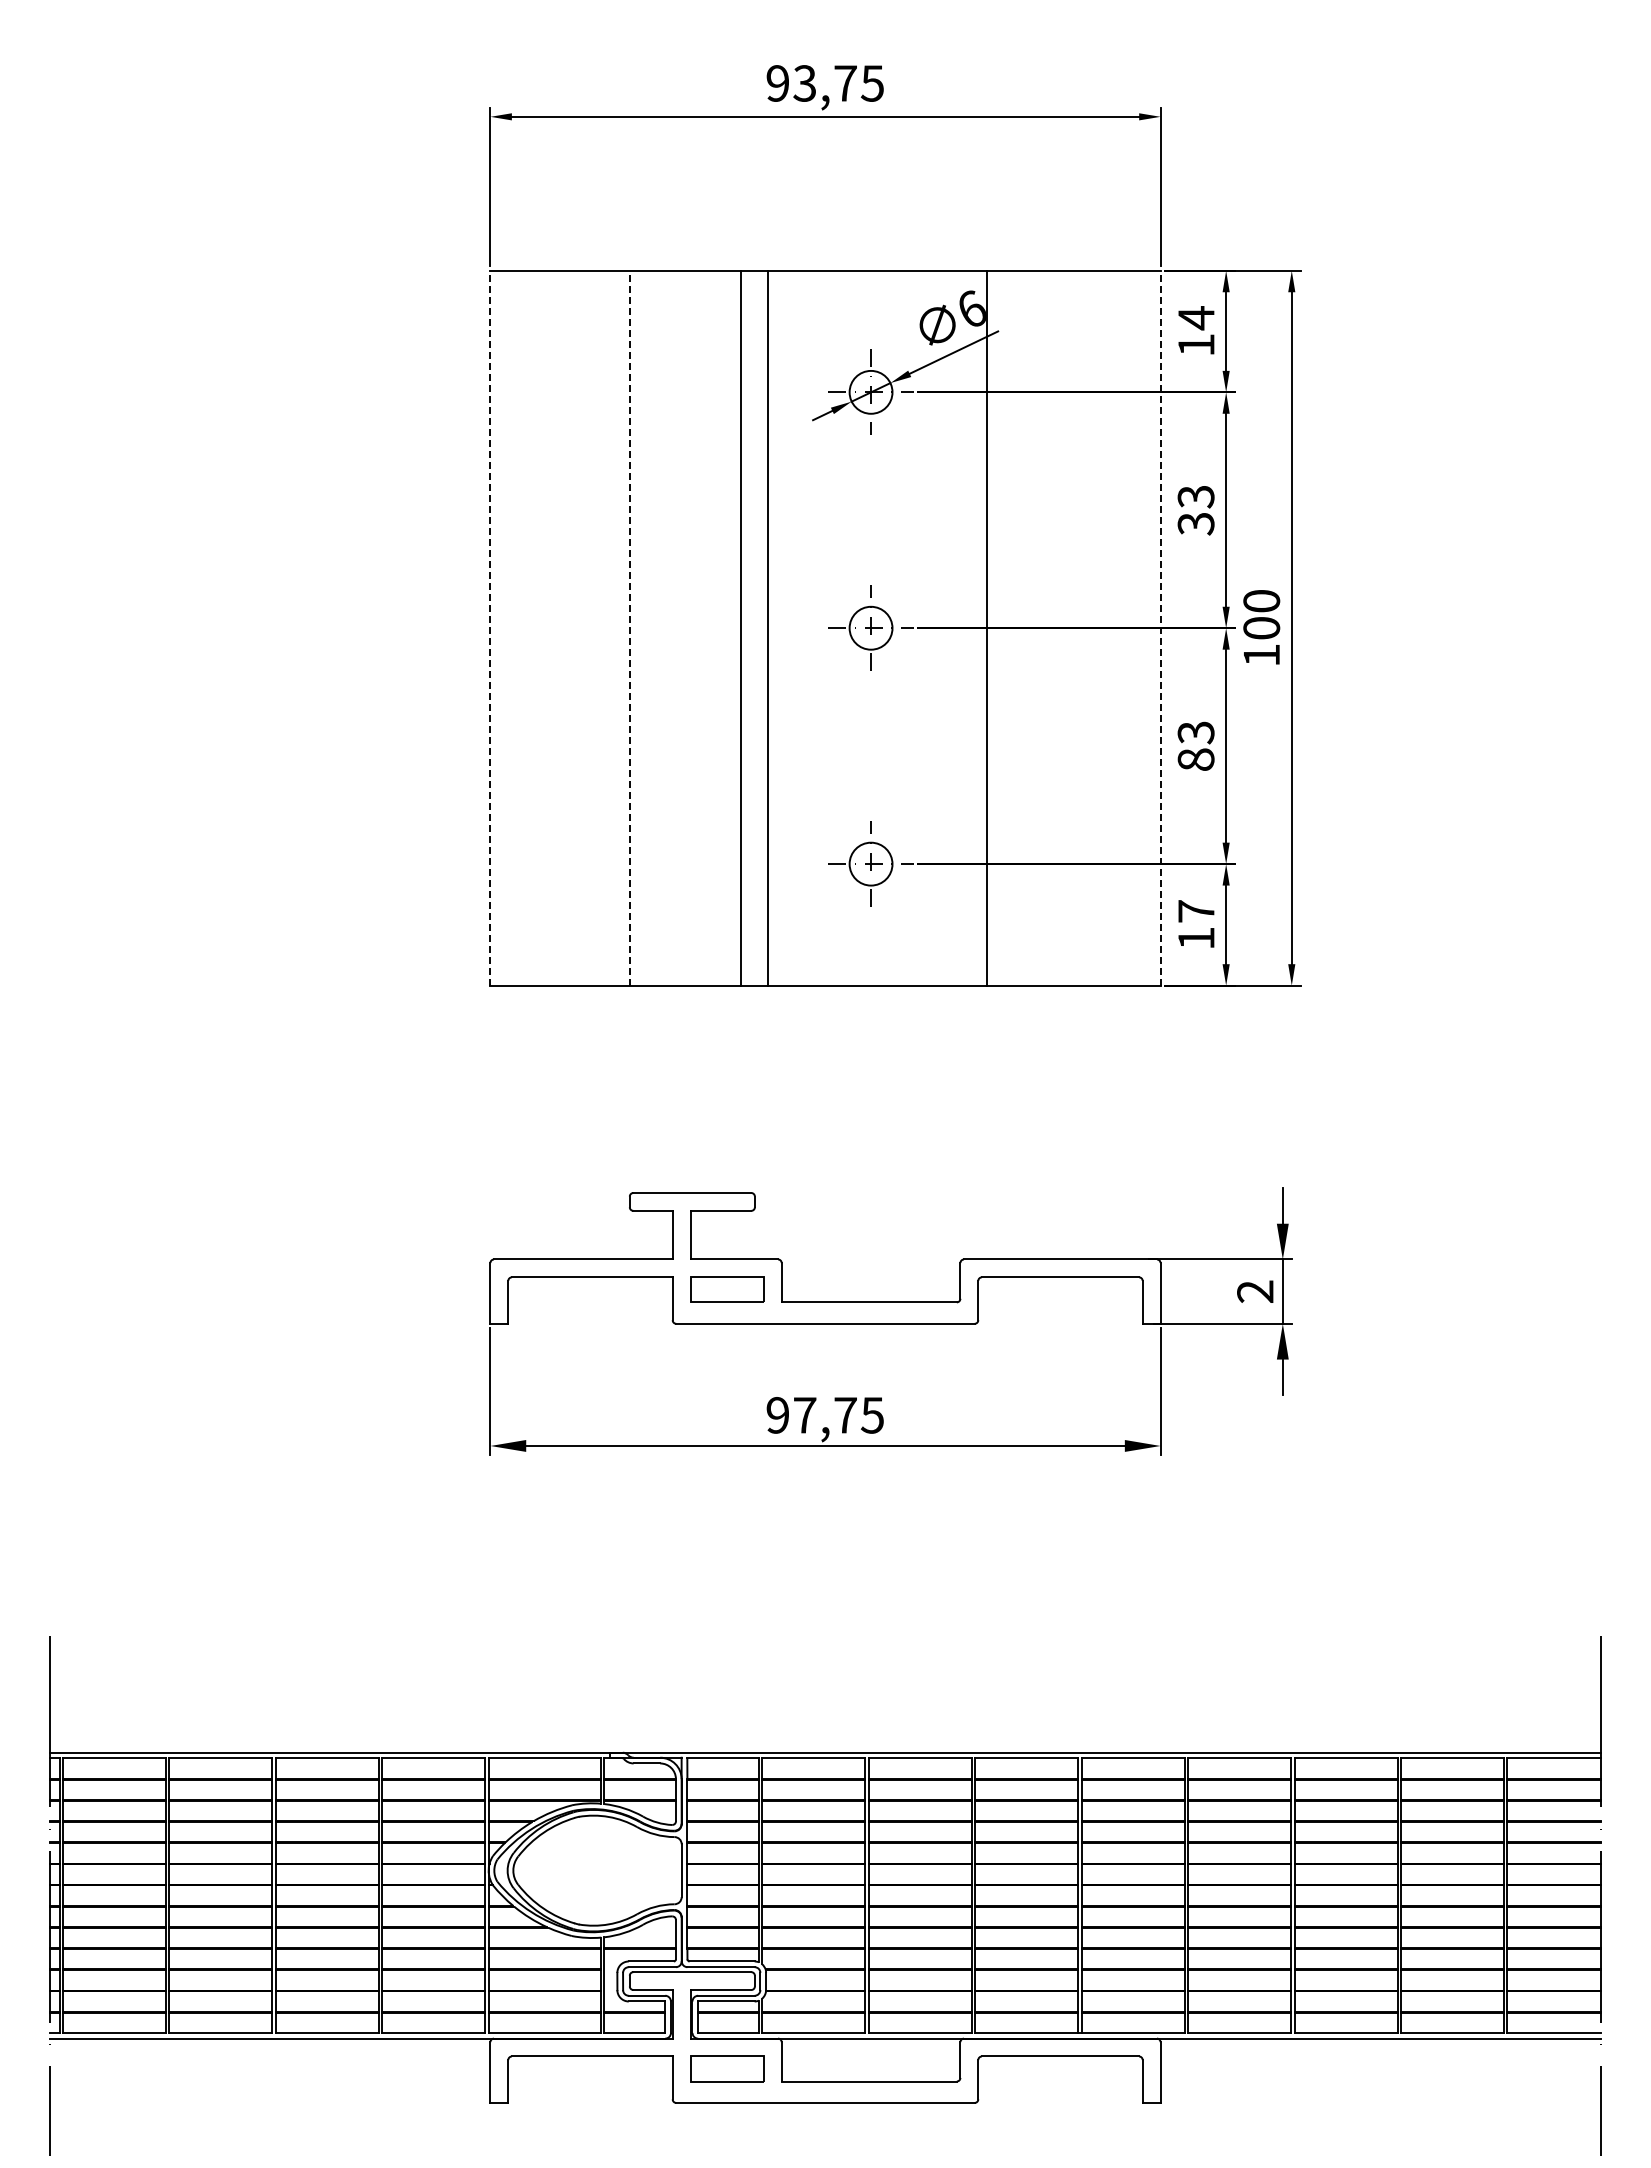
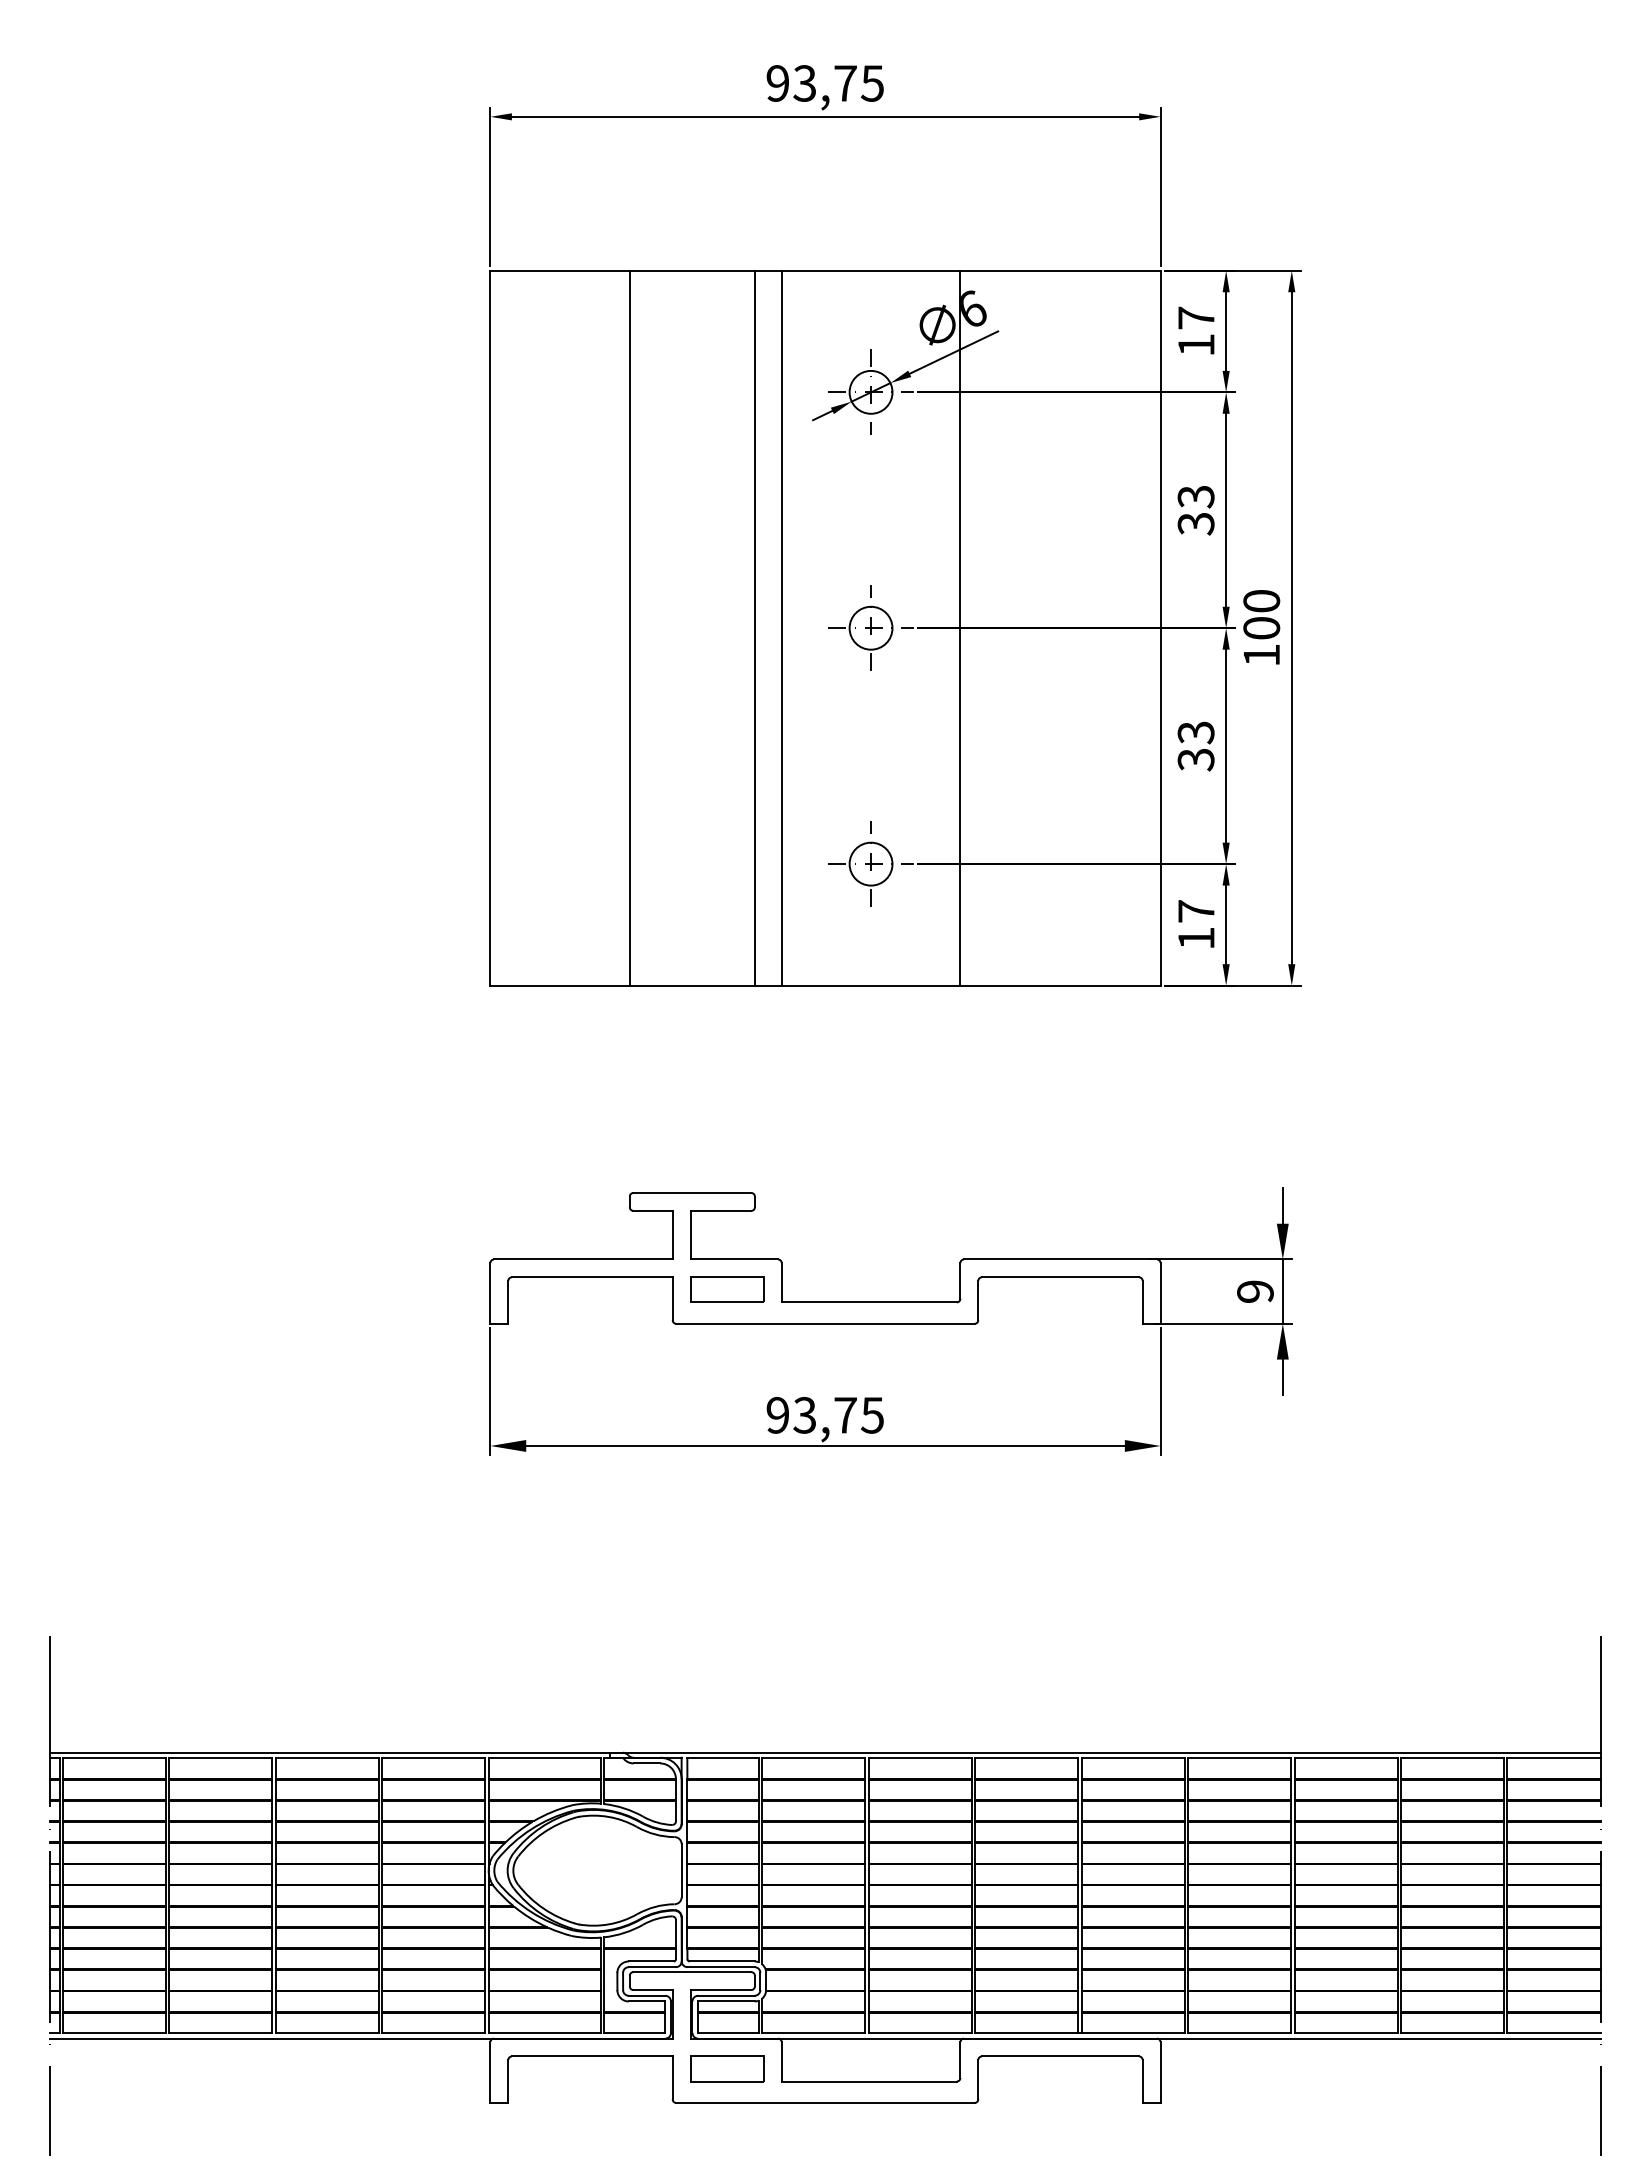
text at (1196, 318): 14 -> 17
line at (490, 627): dashed -> solid
line at (629, 627): dashed -> solid
line at (740, 627) position: (740, 627) -> (754, 627)
line at (767, 627) position: (767, 627) -> (781, 627)
line at (987, 627) position: (987, 627) -> (960, 627)
line at (1160, 627): dashed -> solid
text at (1195, 759): 83 -> 33
text at (1255, 1291): 2 -> 9
text at (804, 1415): 97,75 -> 93,75
